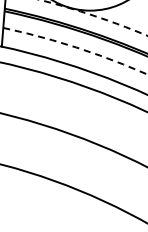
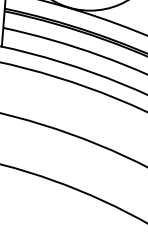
arc at (94, 15): dashed -> solid
arc at (76, 47): dashed -> solid
